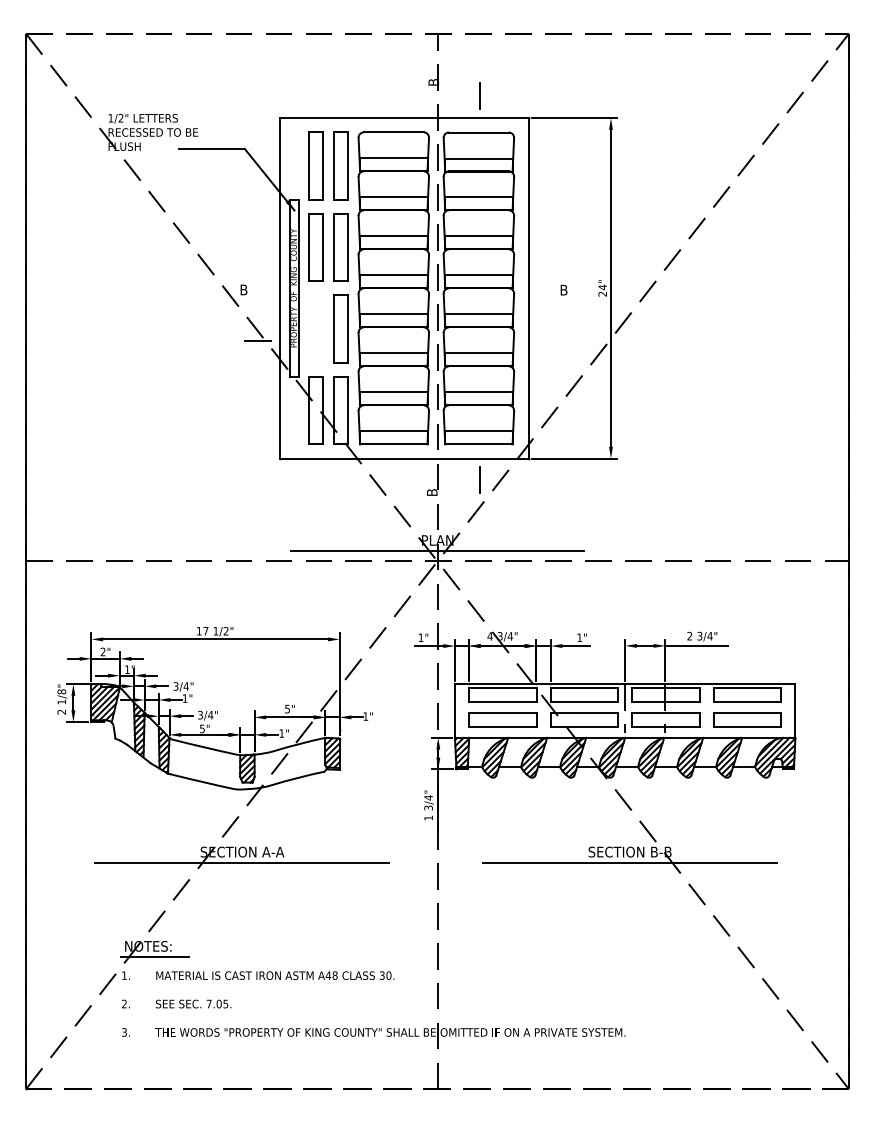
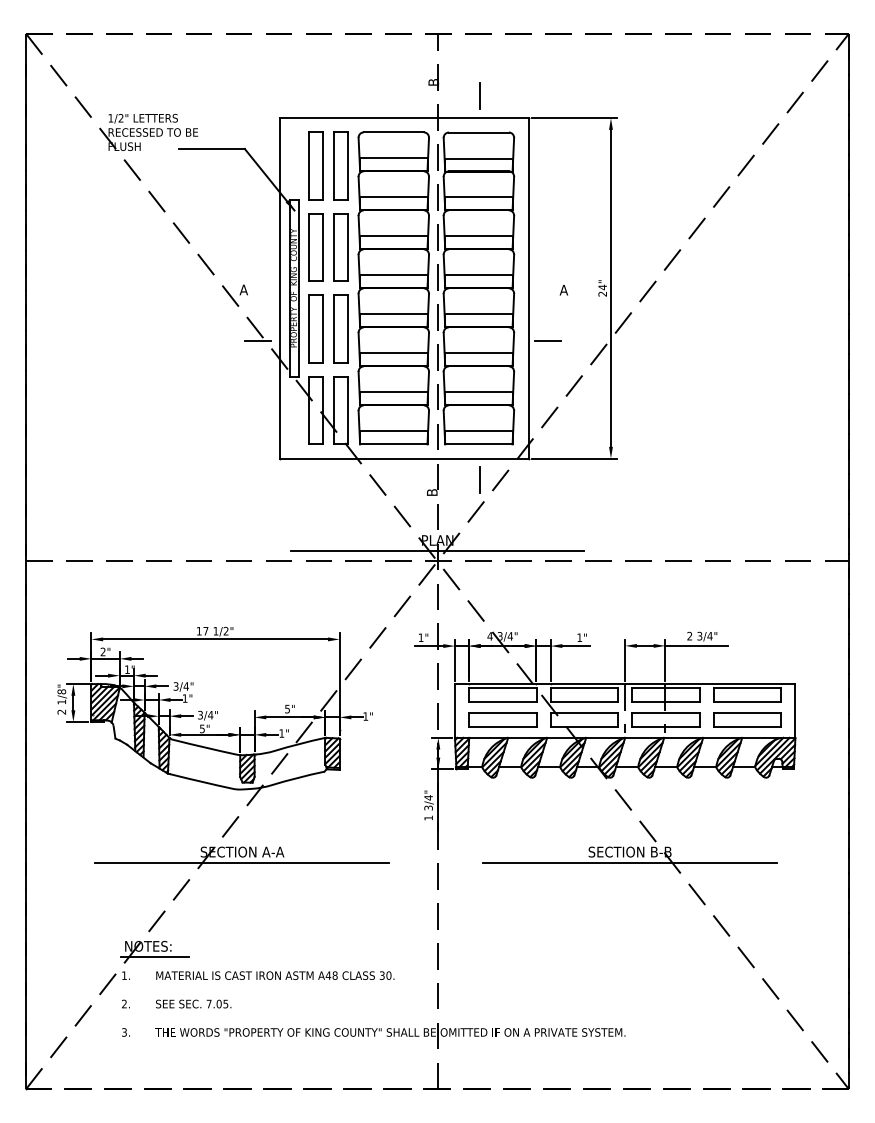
text at (243, 289): B -> A
text at (563, 289): B -> A
part at (315, 328): none -> present
line at (548, 341): none -> present
